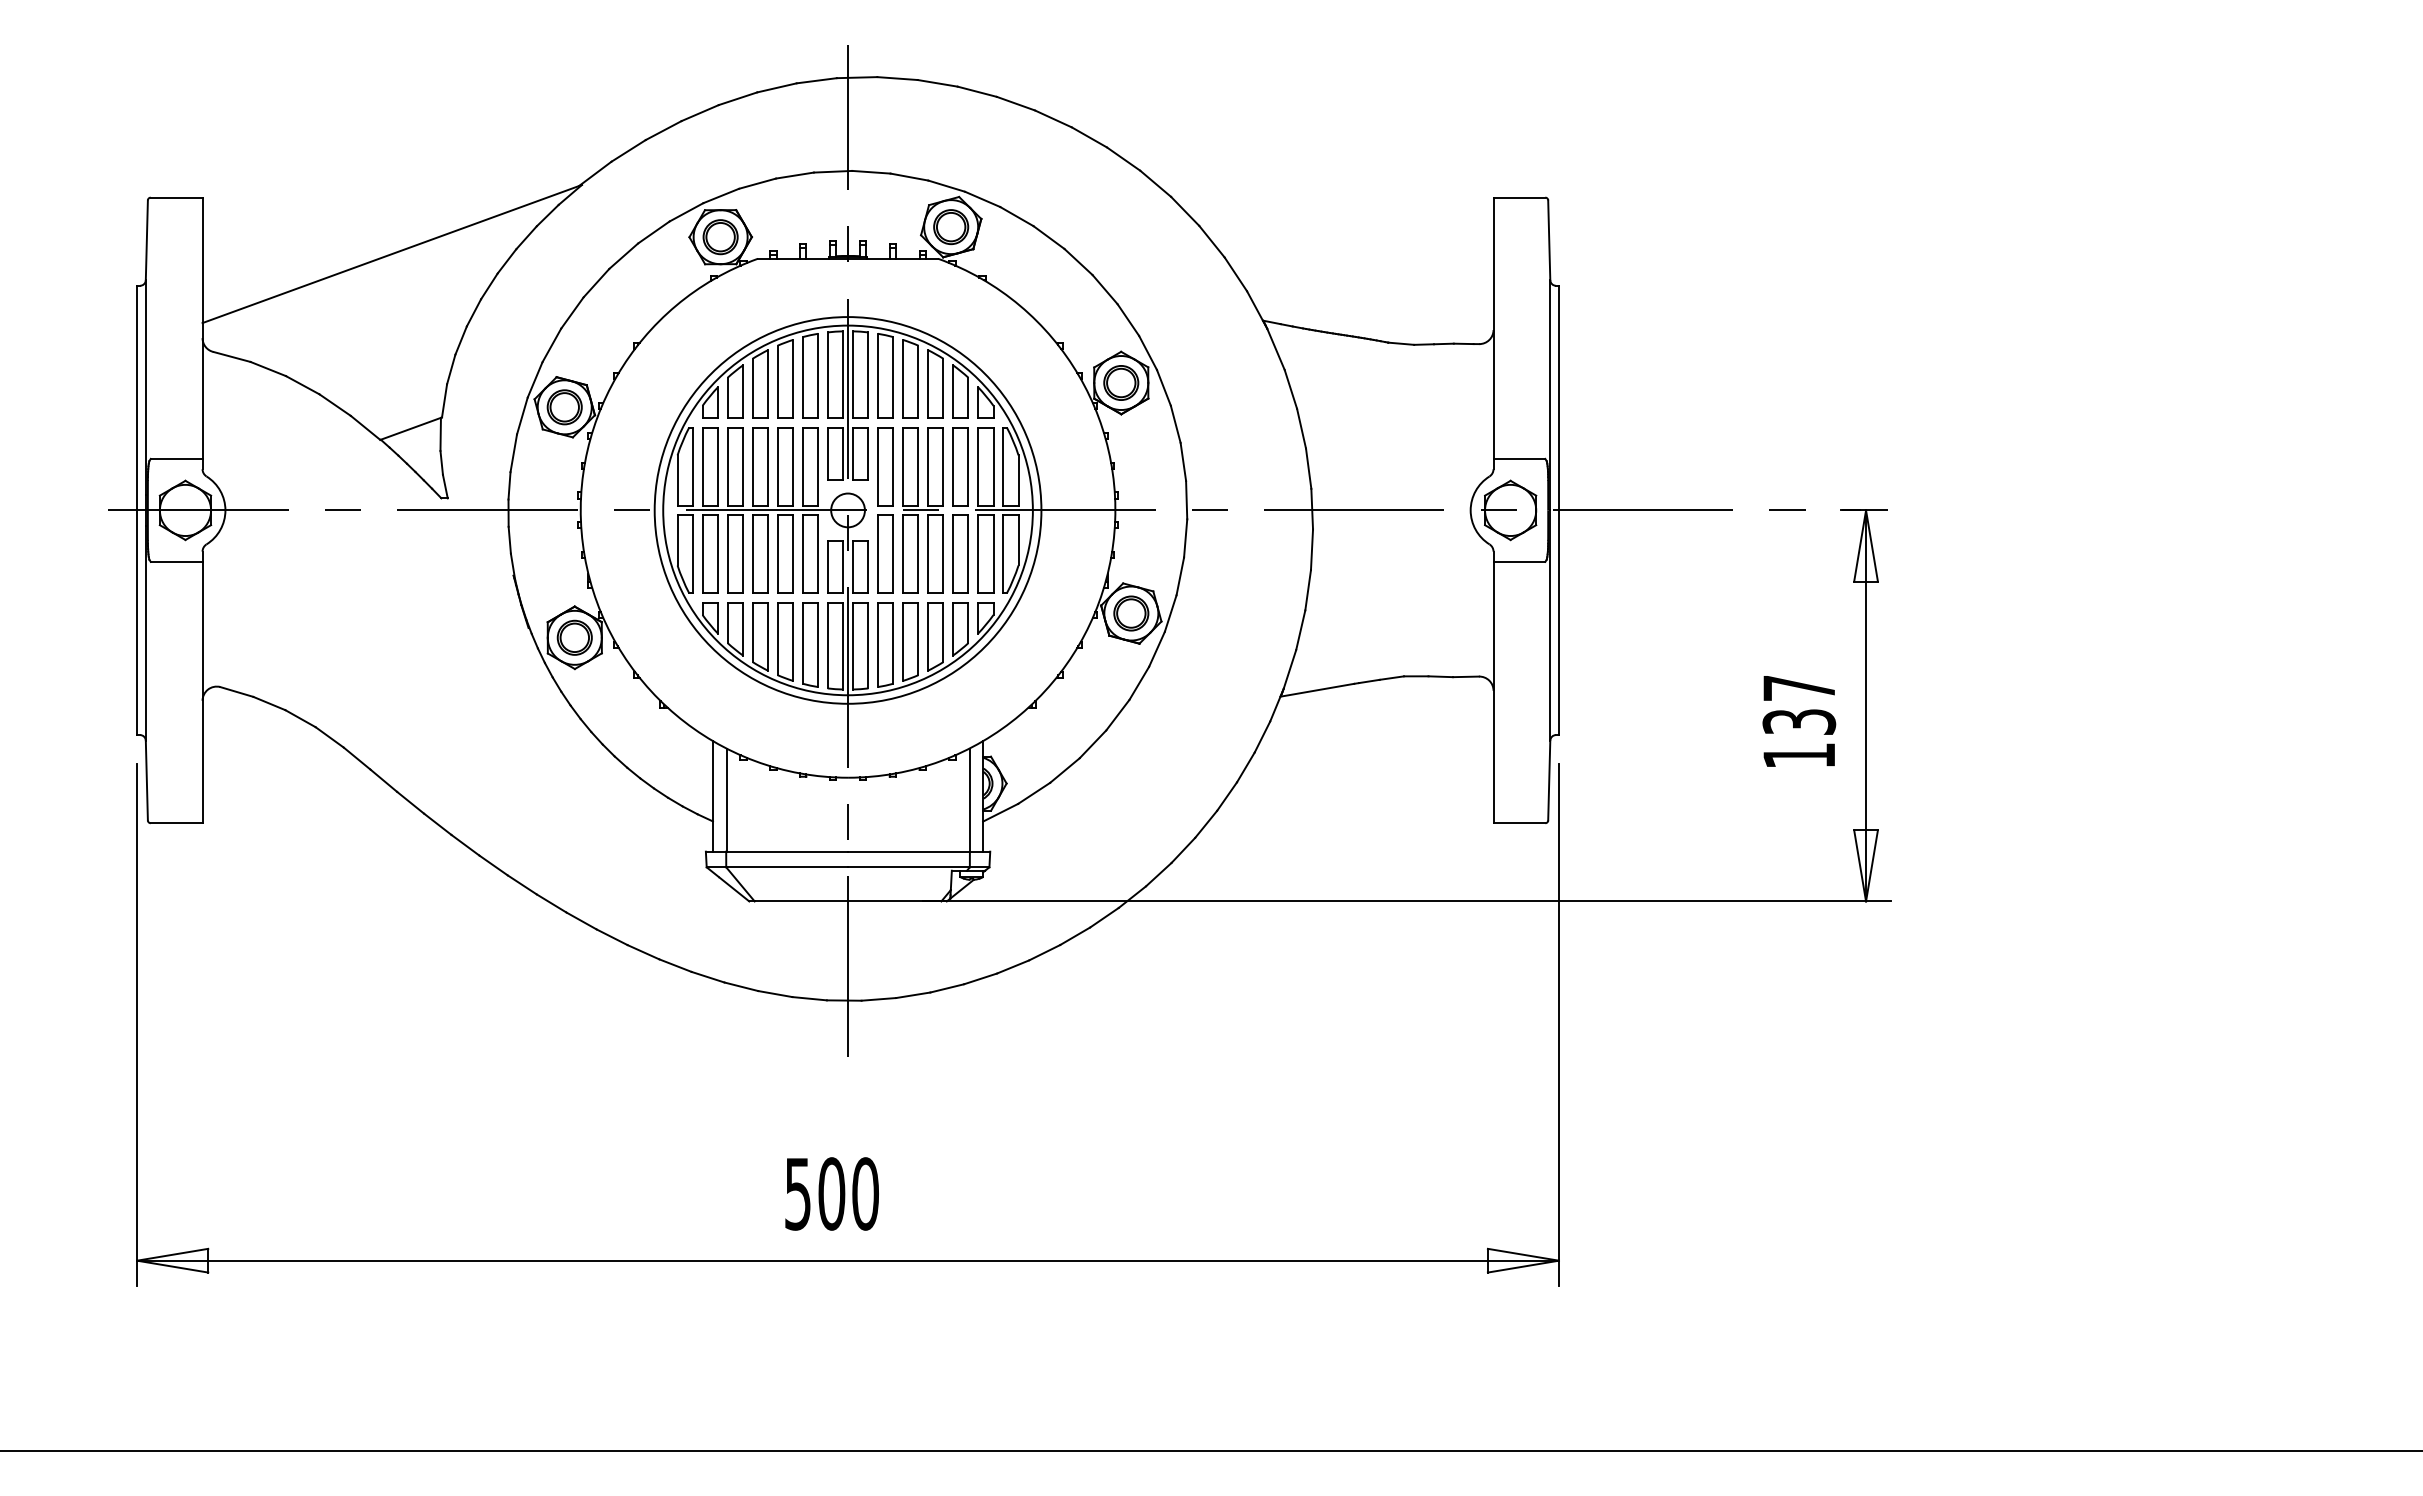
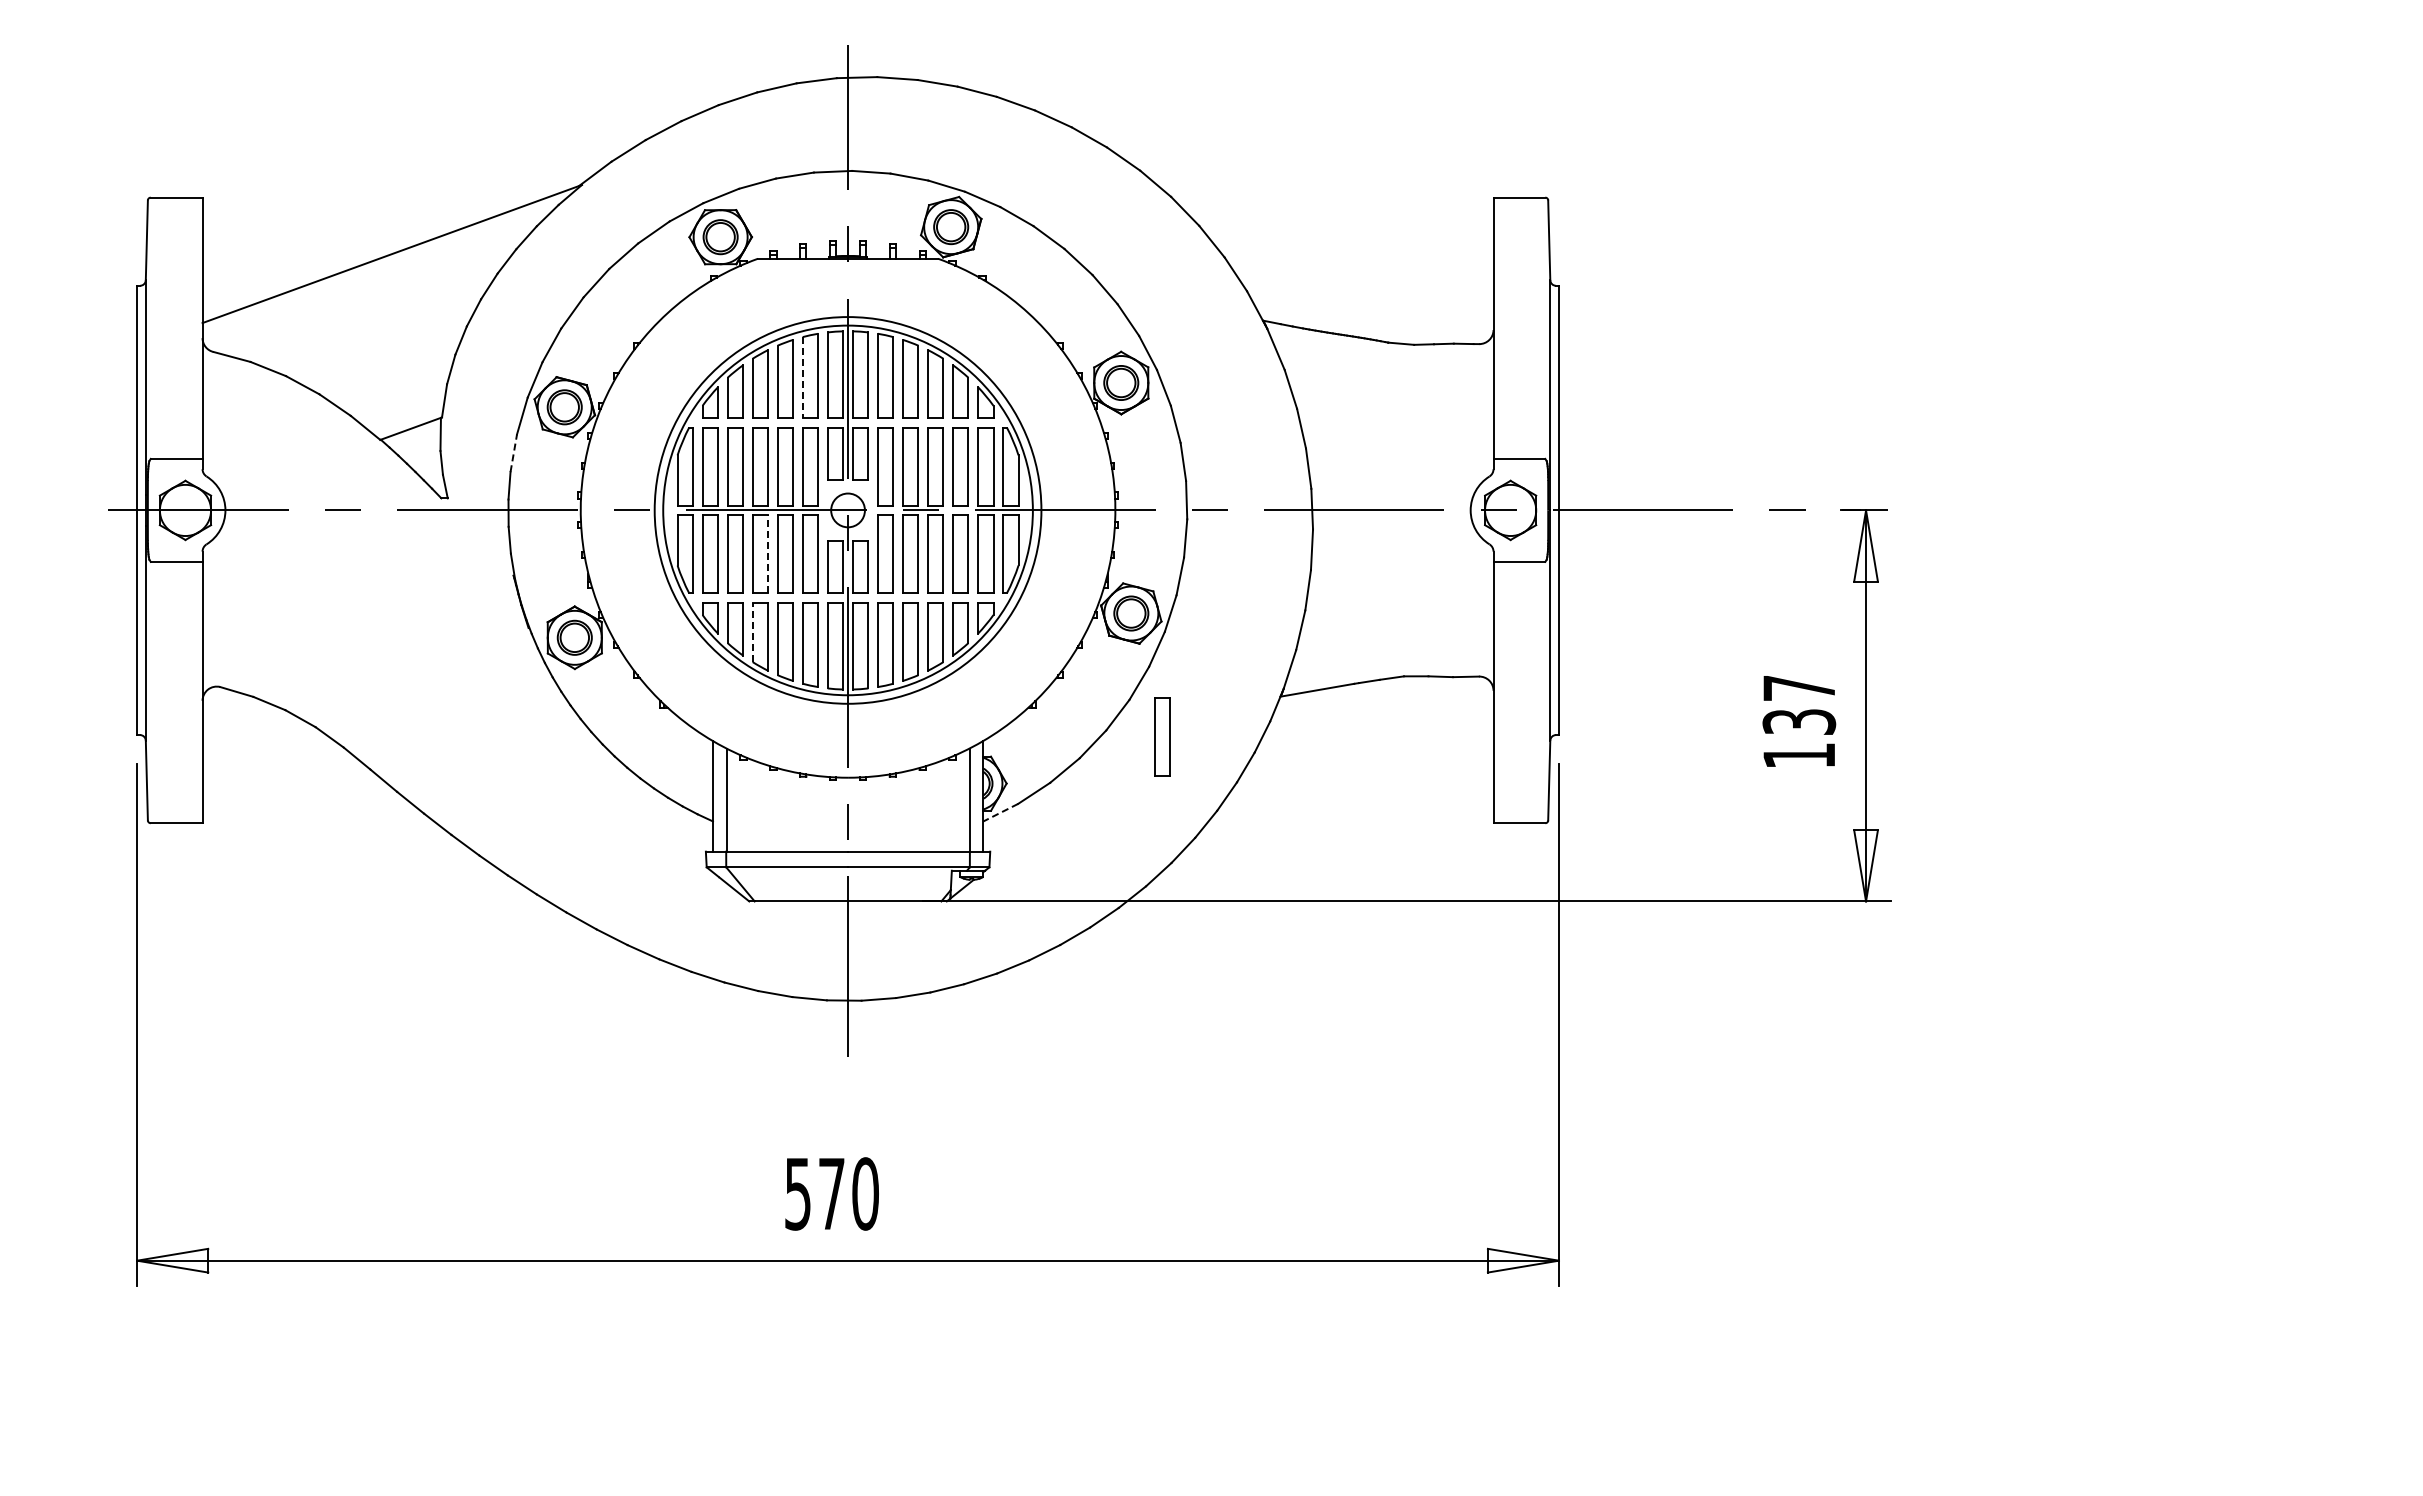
line at (802, 377): solid -> dashed
line at (513, 452): solid -> dashed
line at (768, 553): solid -> dashed
line at (752, 632): solid -> dashed
part at (1162, 736): none -> present
line at (1000, 812): solid -> dashed
text at (831, 1193): 500 -> 570
line at (1210, 1450): present -> none
